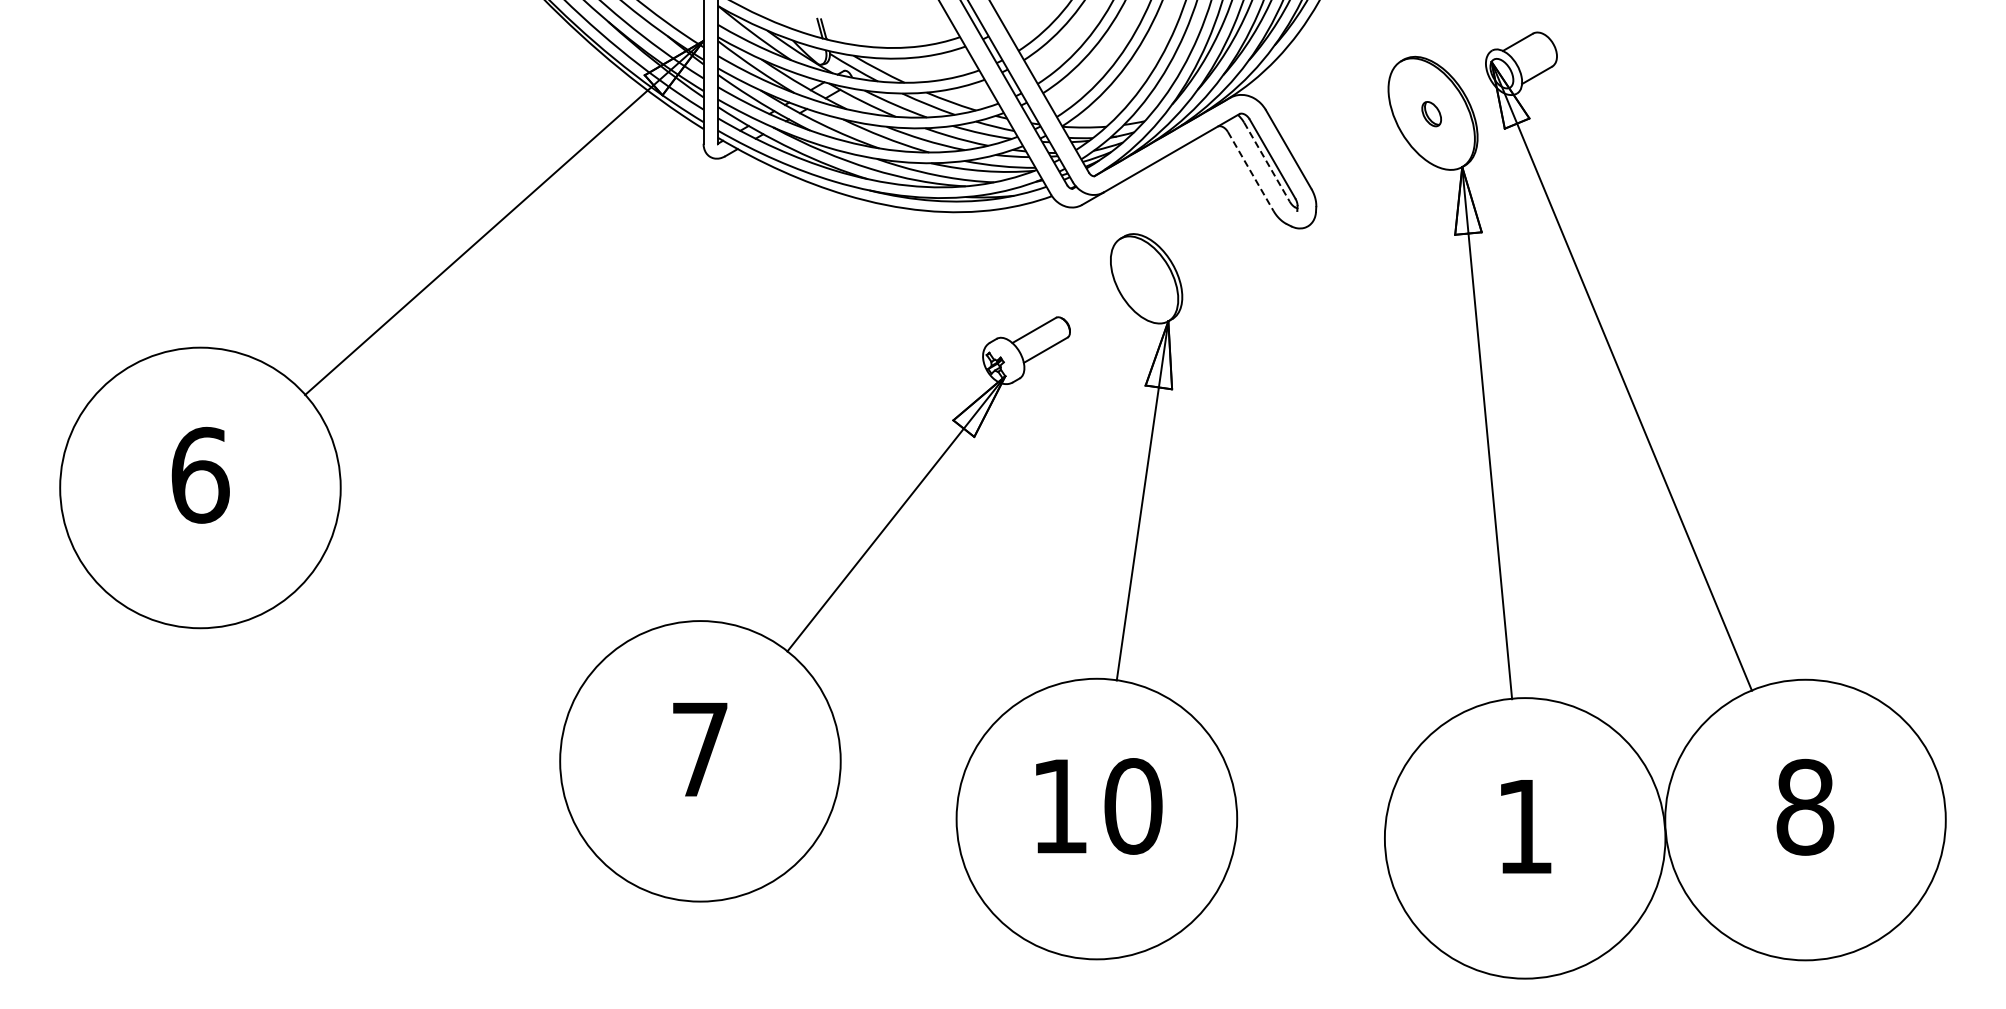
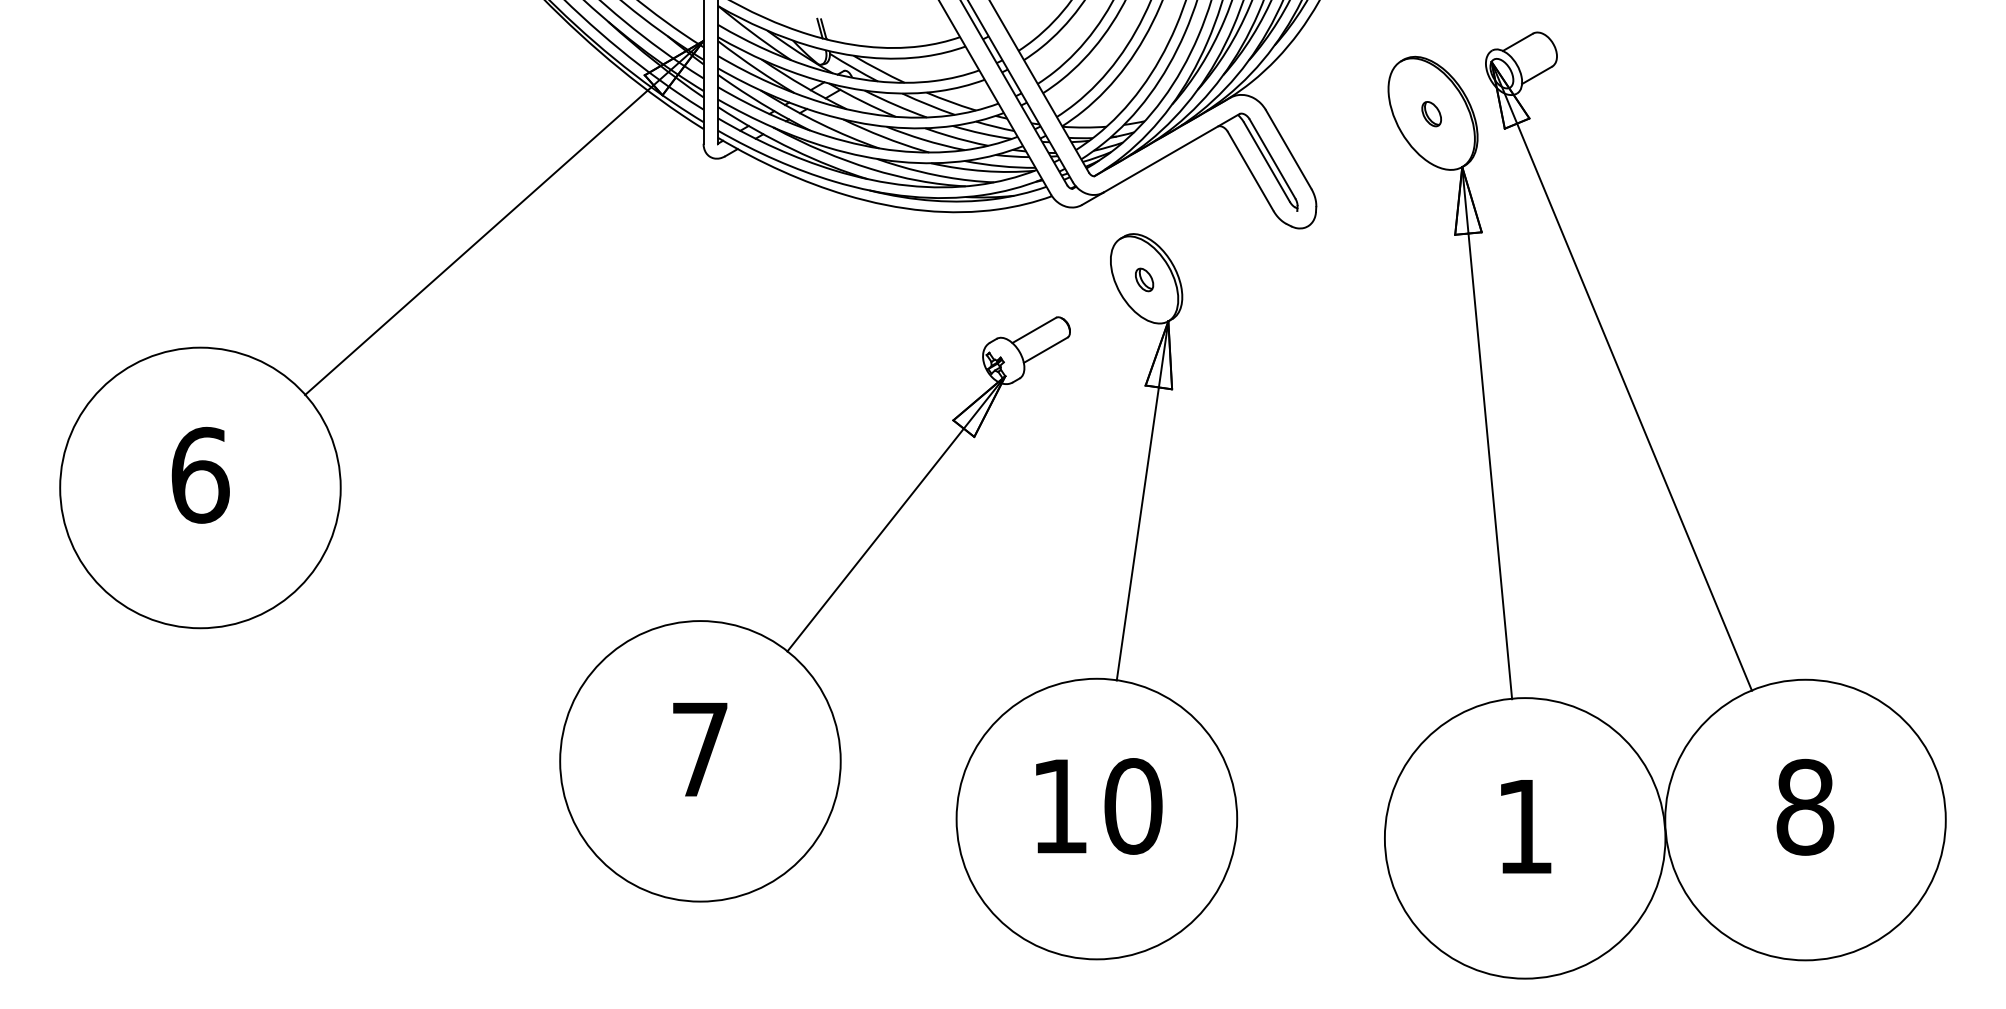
line at (1266, 162): dashed -> solid
line at (1250, 171): dashed -> solid
part at (1144, 279): none -> present
